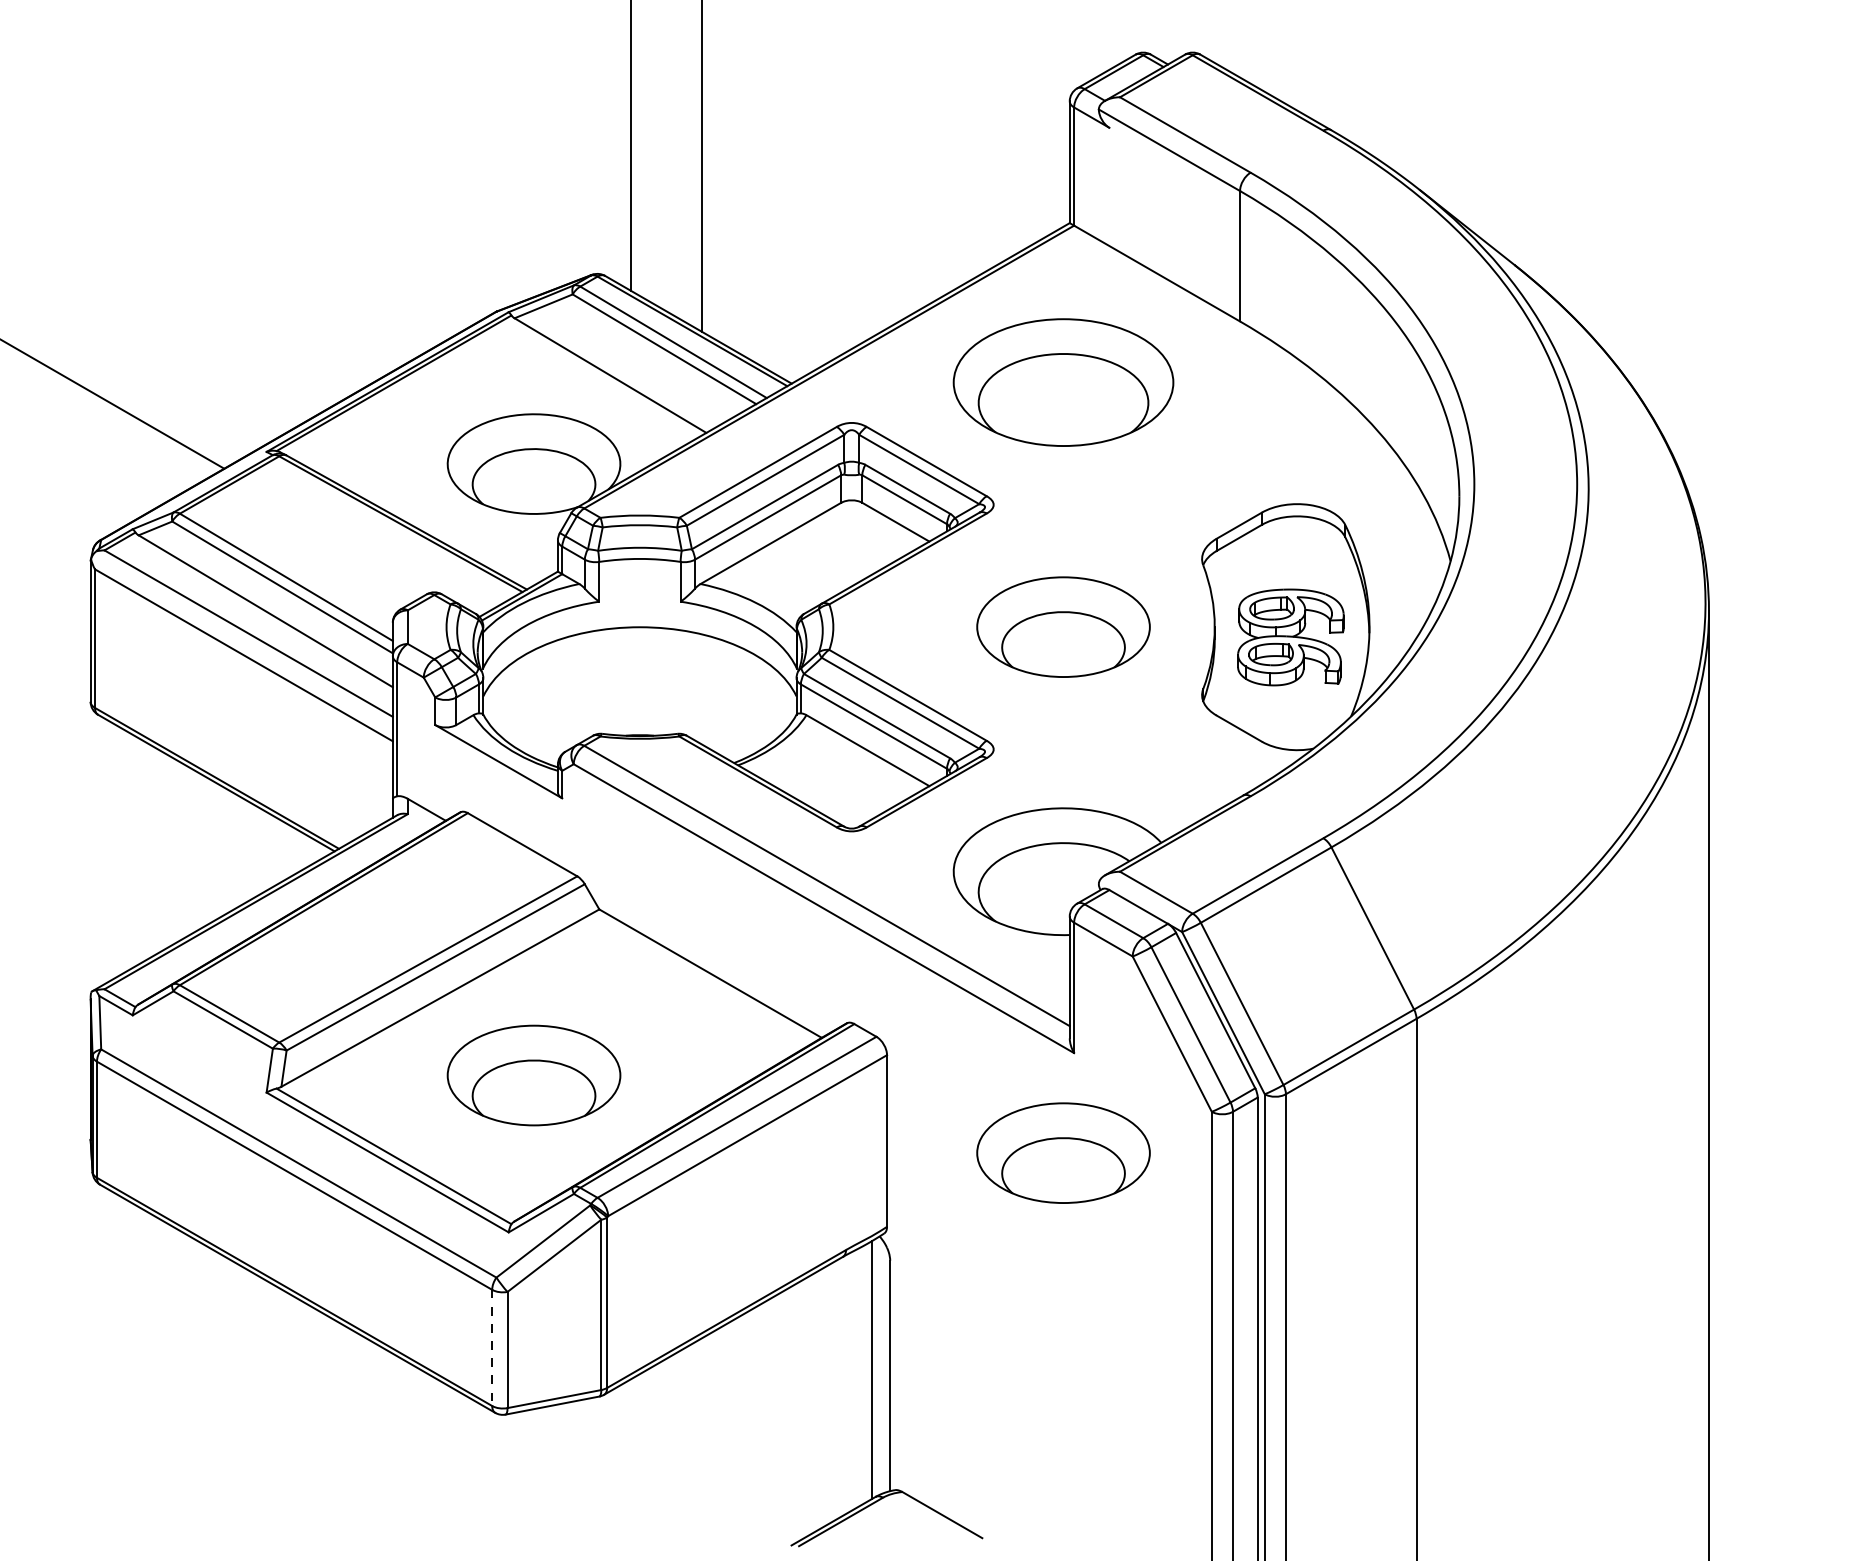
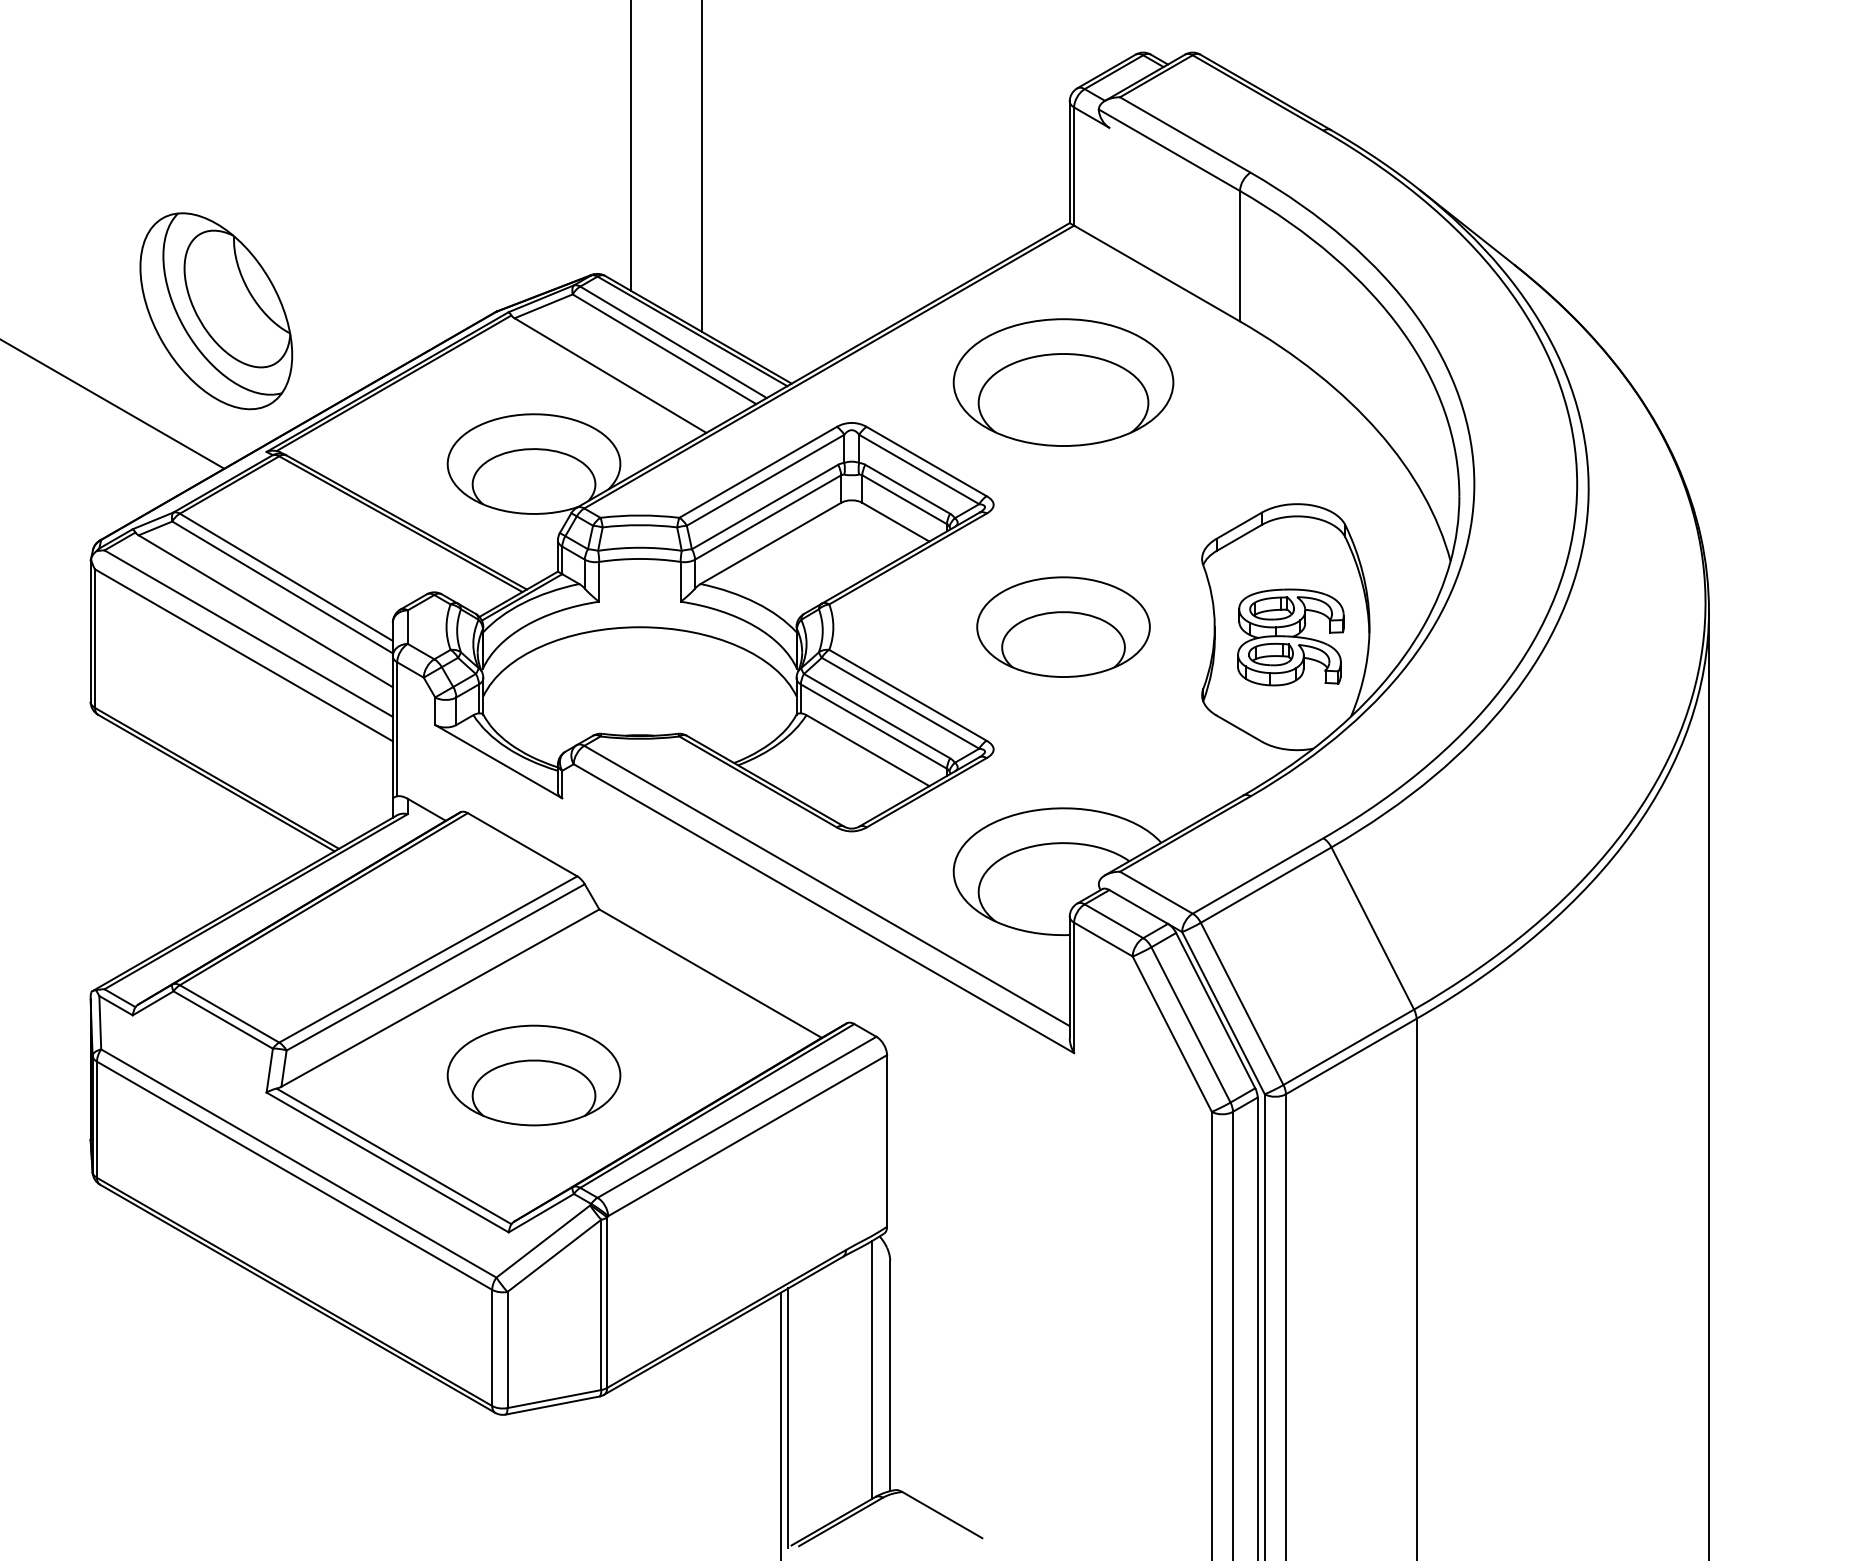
part at (216, 311): none -> present
part at (1063, 1152): present -> none
line at (492, 1348): dashed -> solid
line at (788, 1417): none -> present
line at (781, 1424): none -> present
